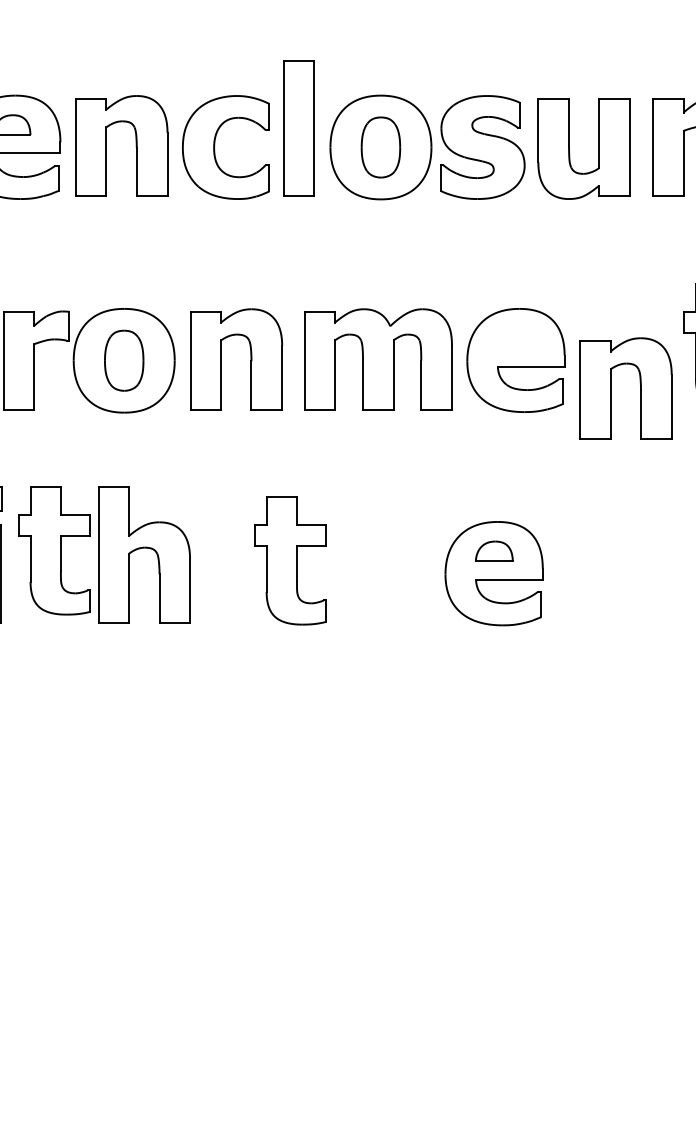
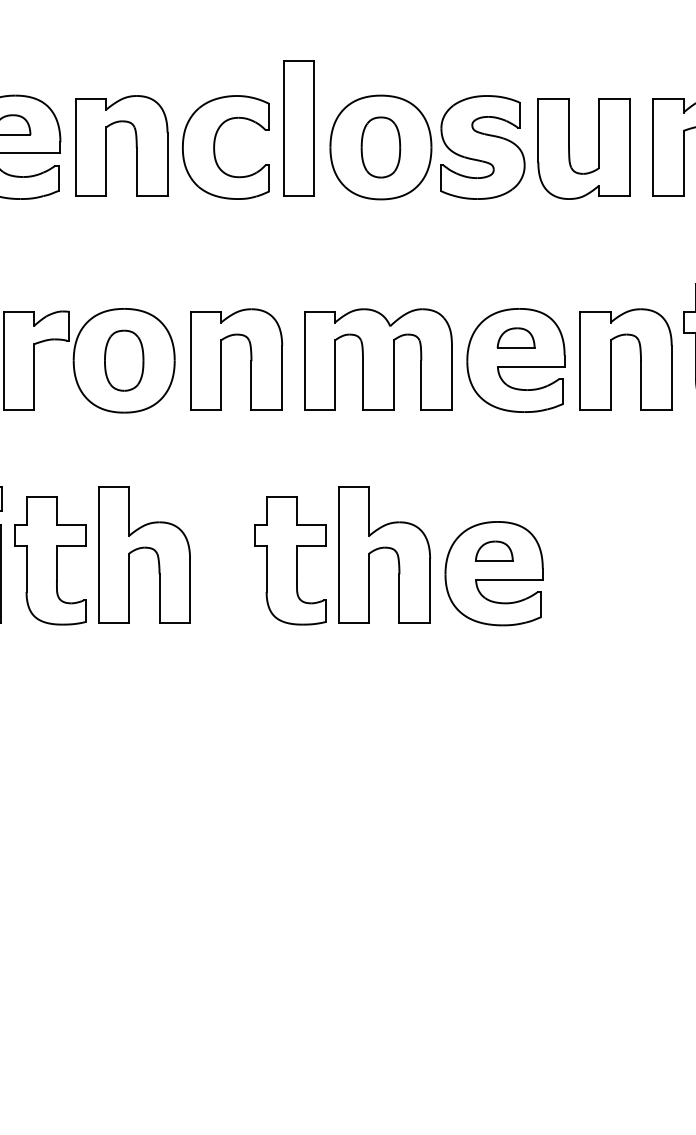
part at (515, 337): none -> present
part at (611, 388) position: (611, 388) -> (611, 359)
part at (54, 550) position: (54, 550) -> (50, 560)
part at (384, 554): none -> present
